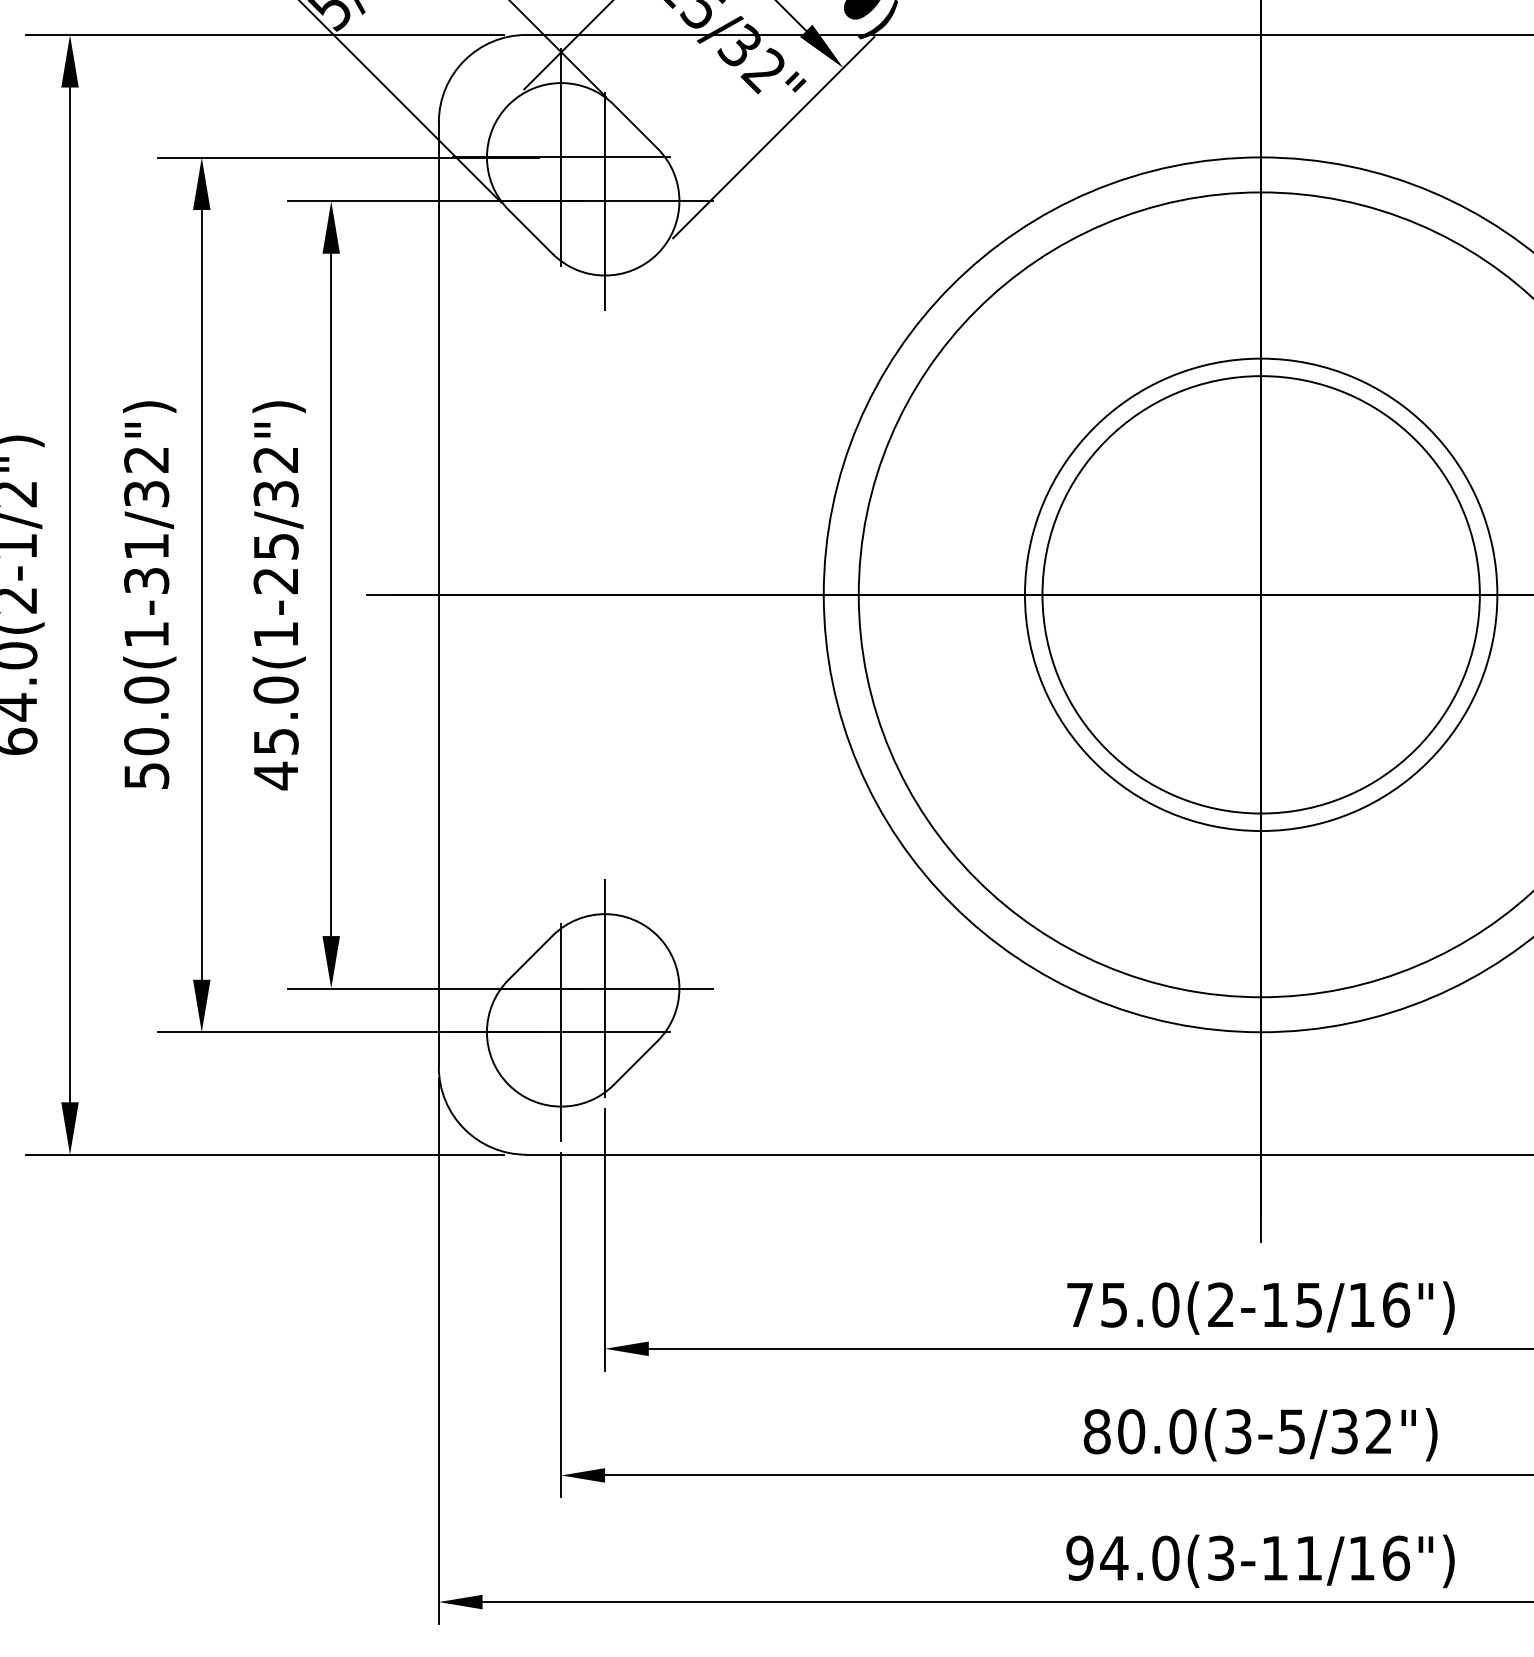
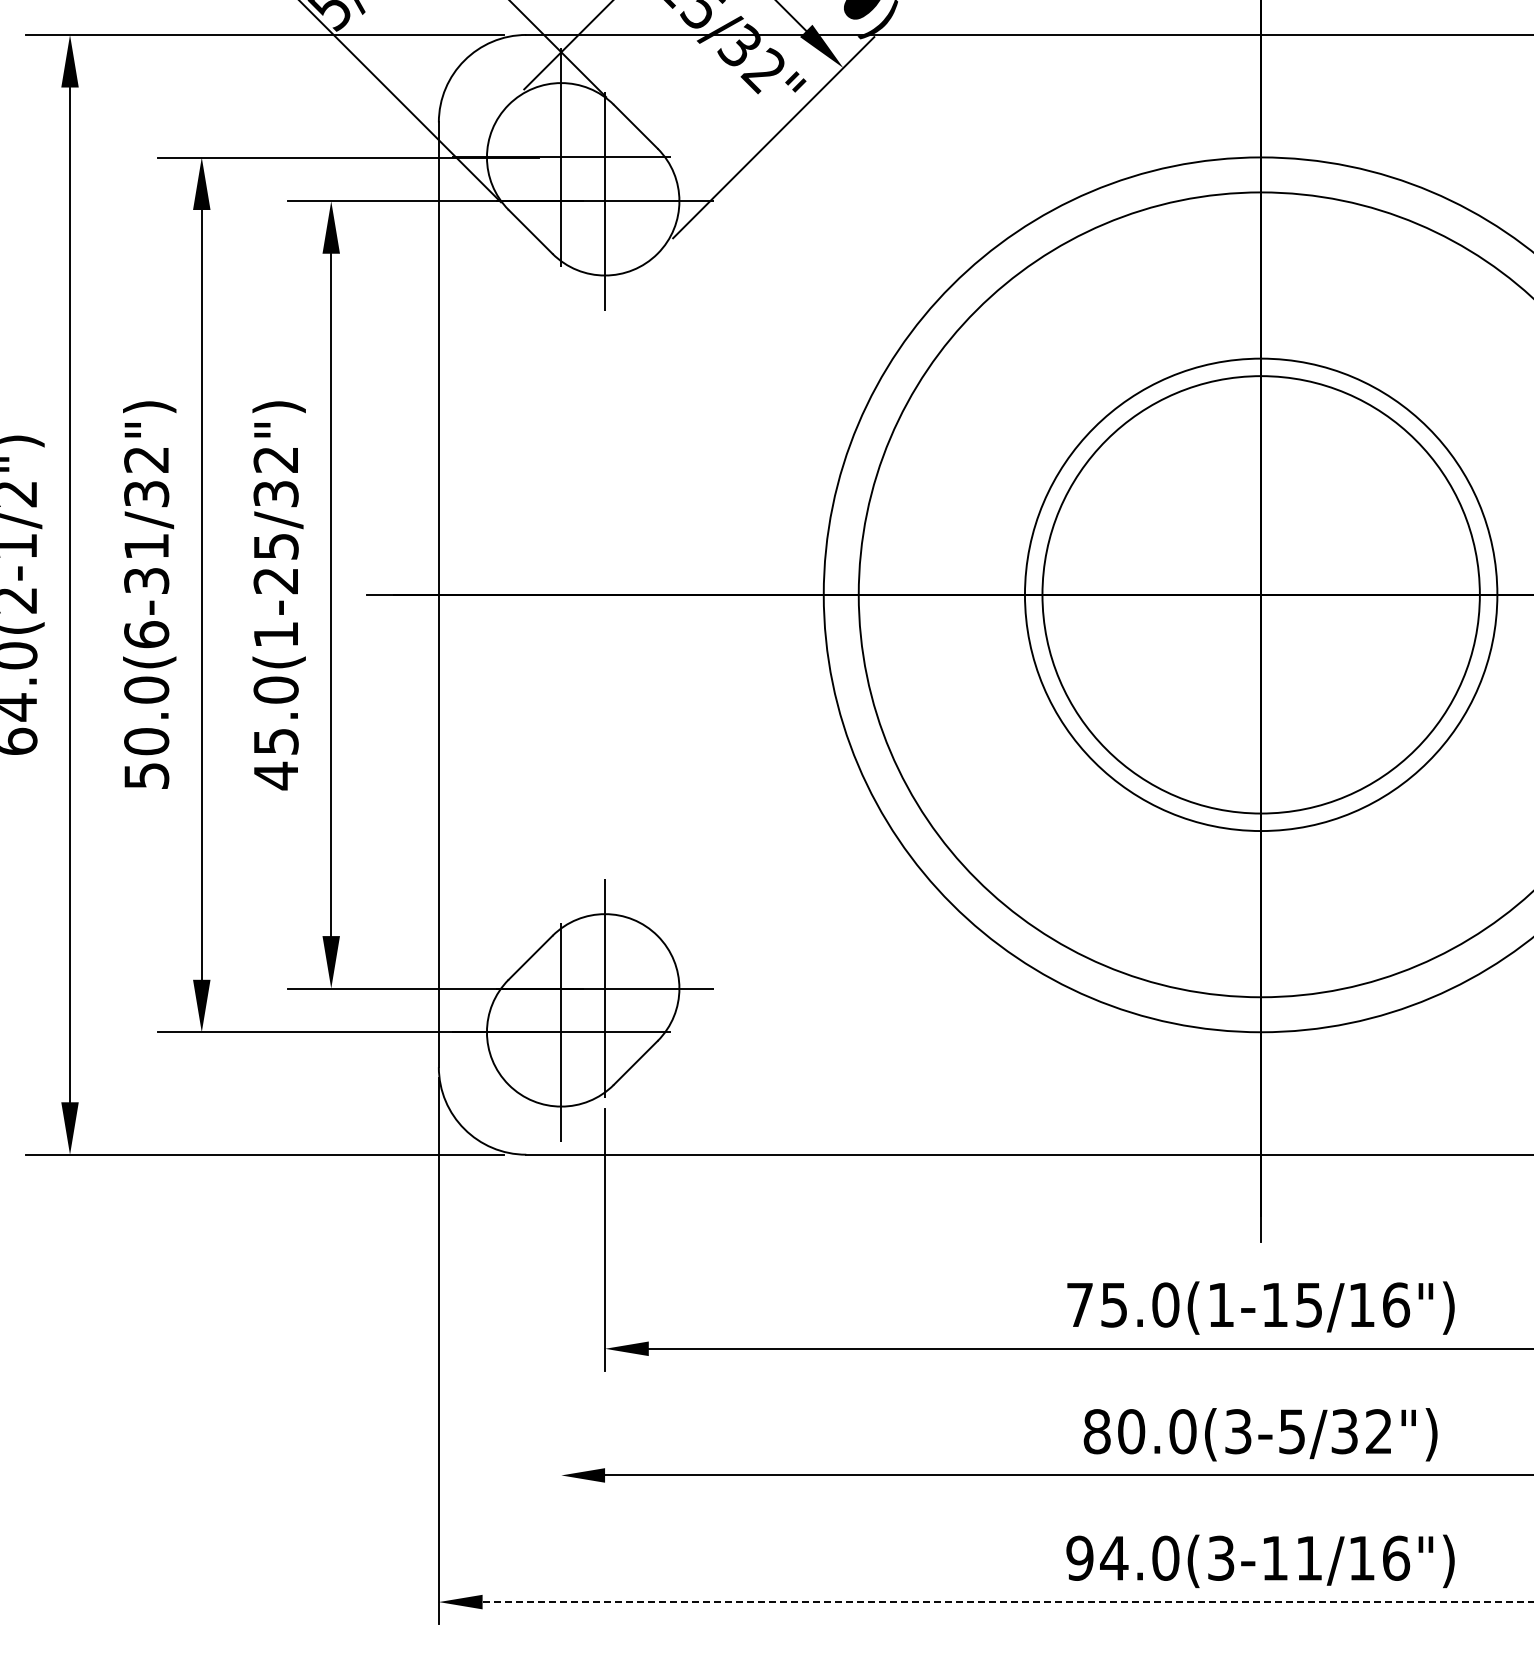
text at (146, 634): 50.0(1-31/32") -> 50.0(6-31/32")
text at (1220, 1304): 75.0(2-15/16") -> 75.0(1-15/16")
line at (561, 1324): present -> none
line at (1008, 1602): solid -> dashed
